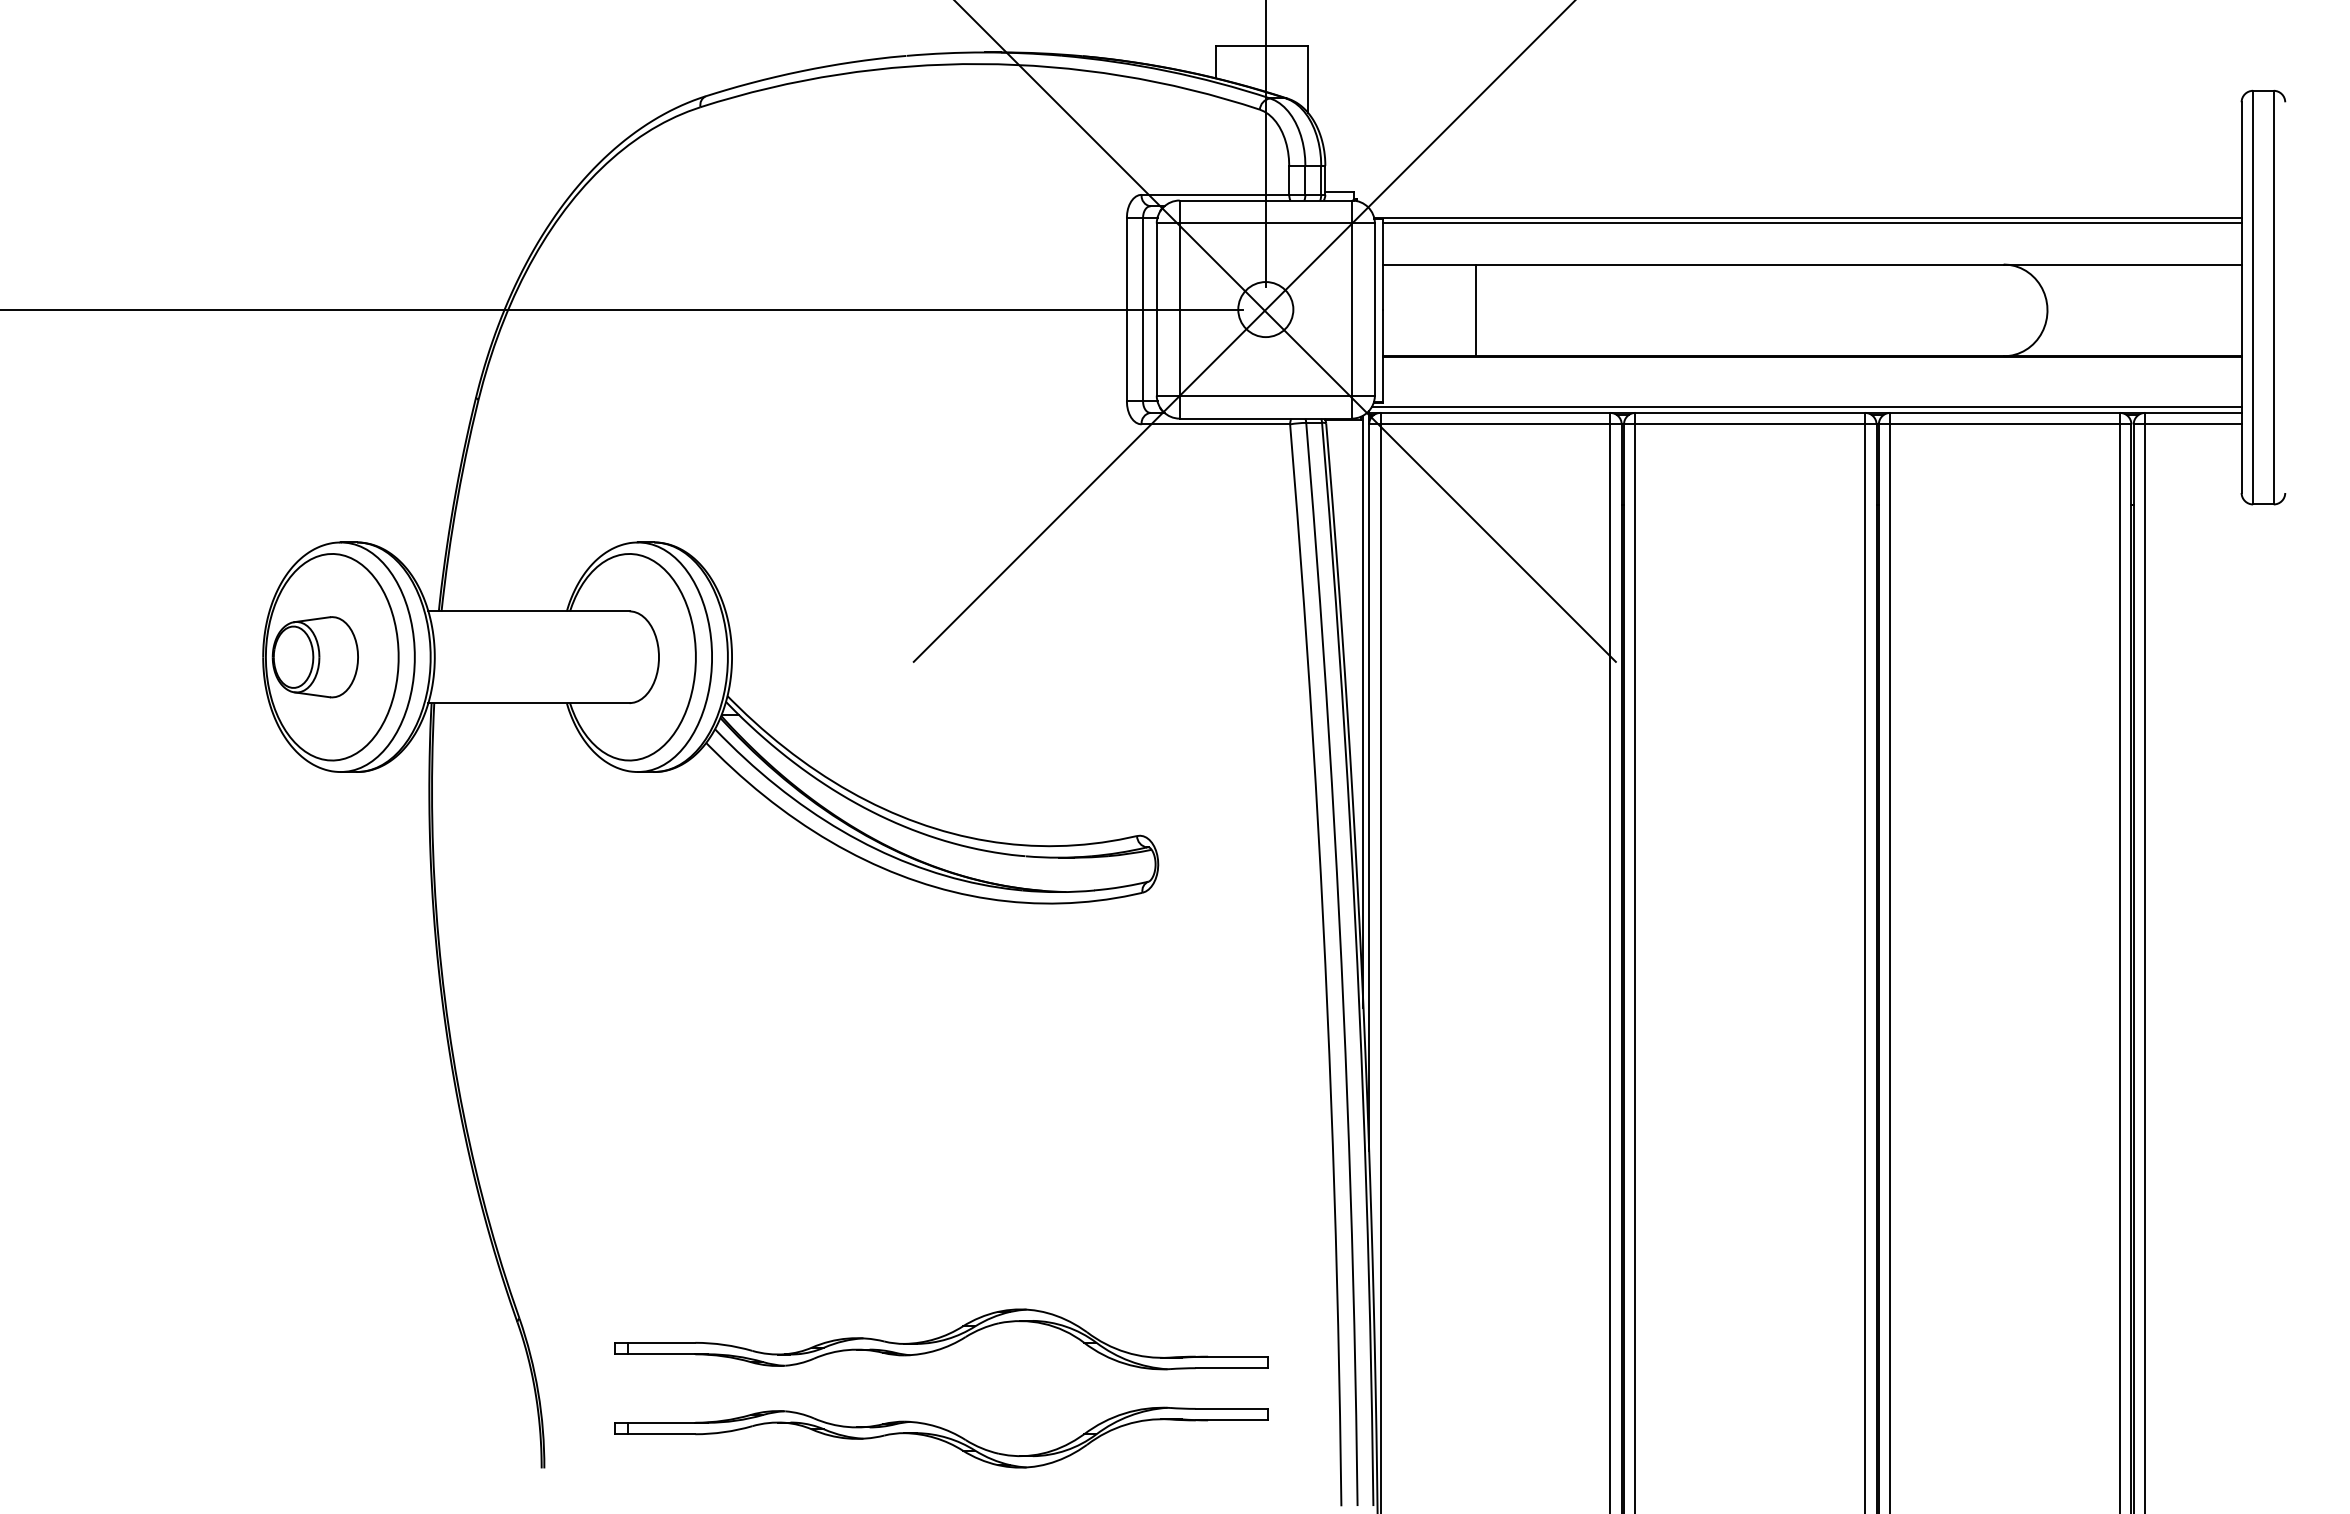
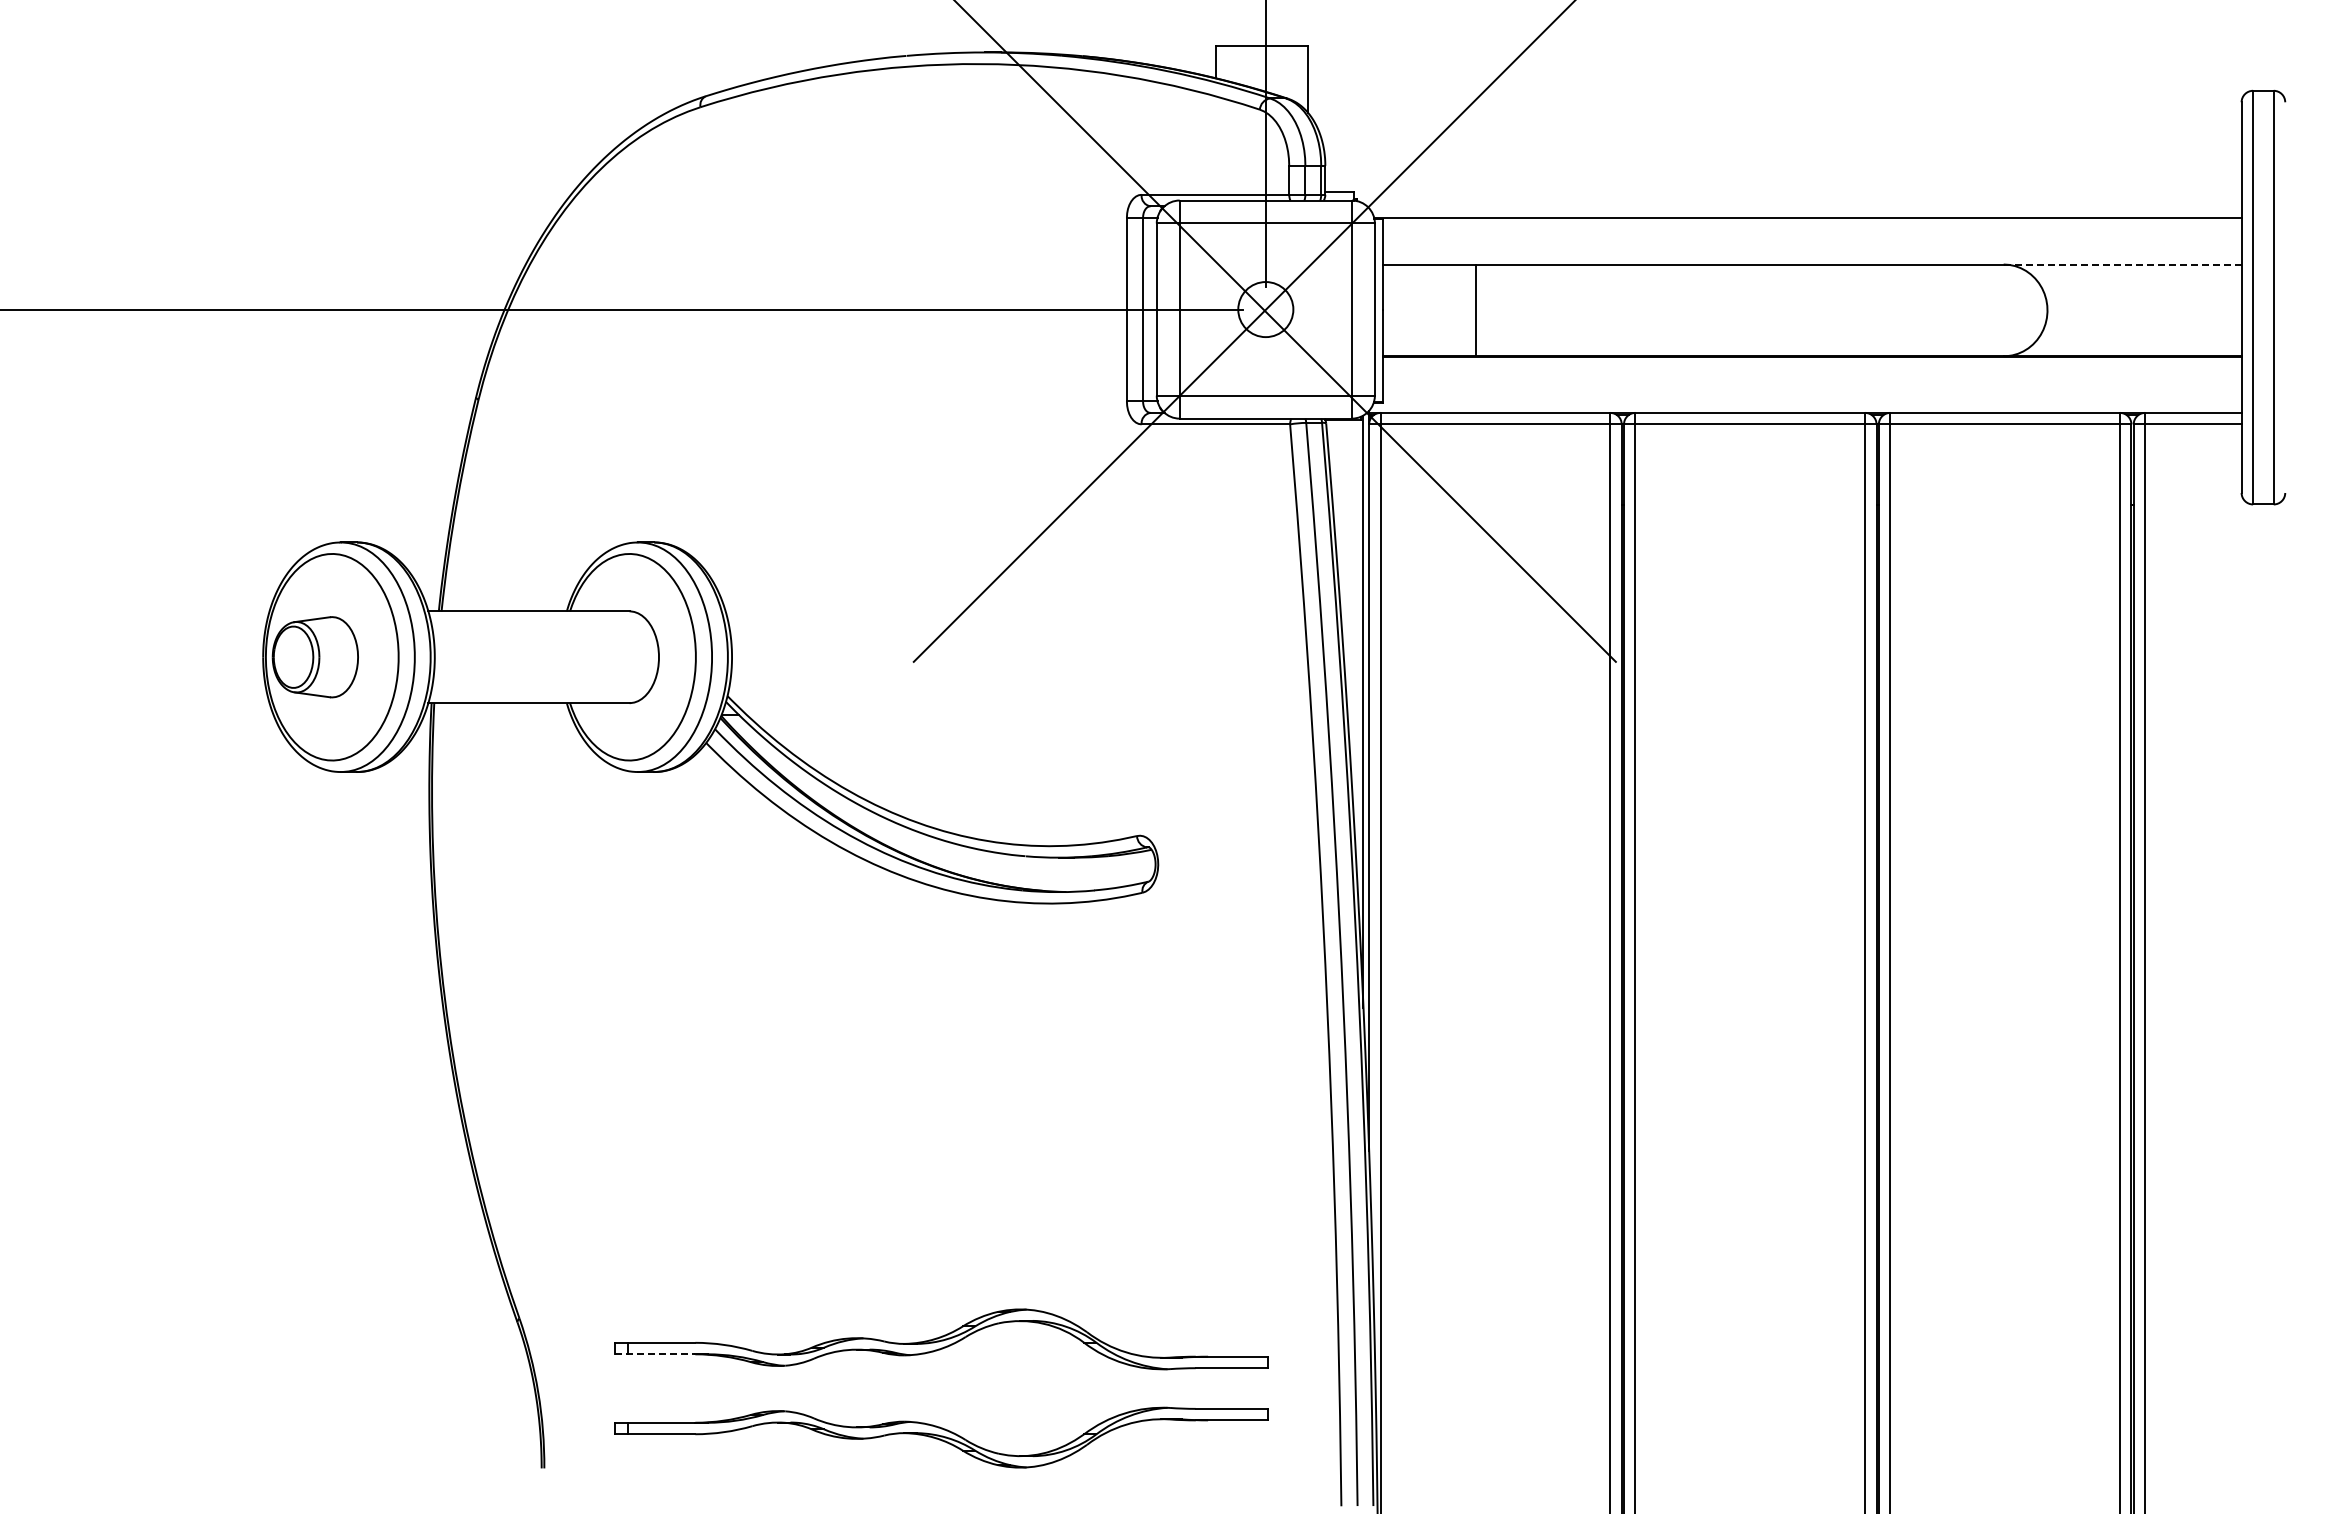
line at (1811, 223): present -> none
line at (2122, 264): solid -> dashed
line at (1806, 407): present -> none
line at (655, 1354): solid -> dashed
